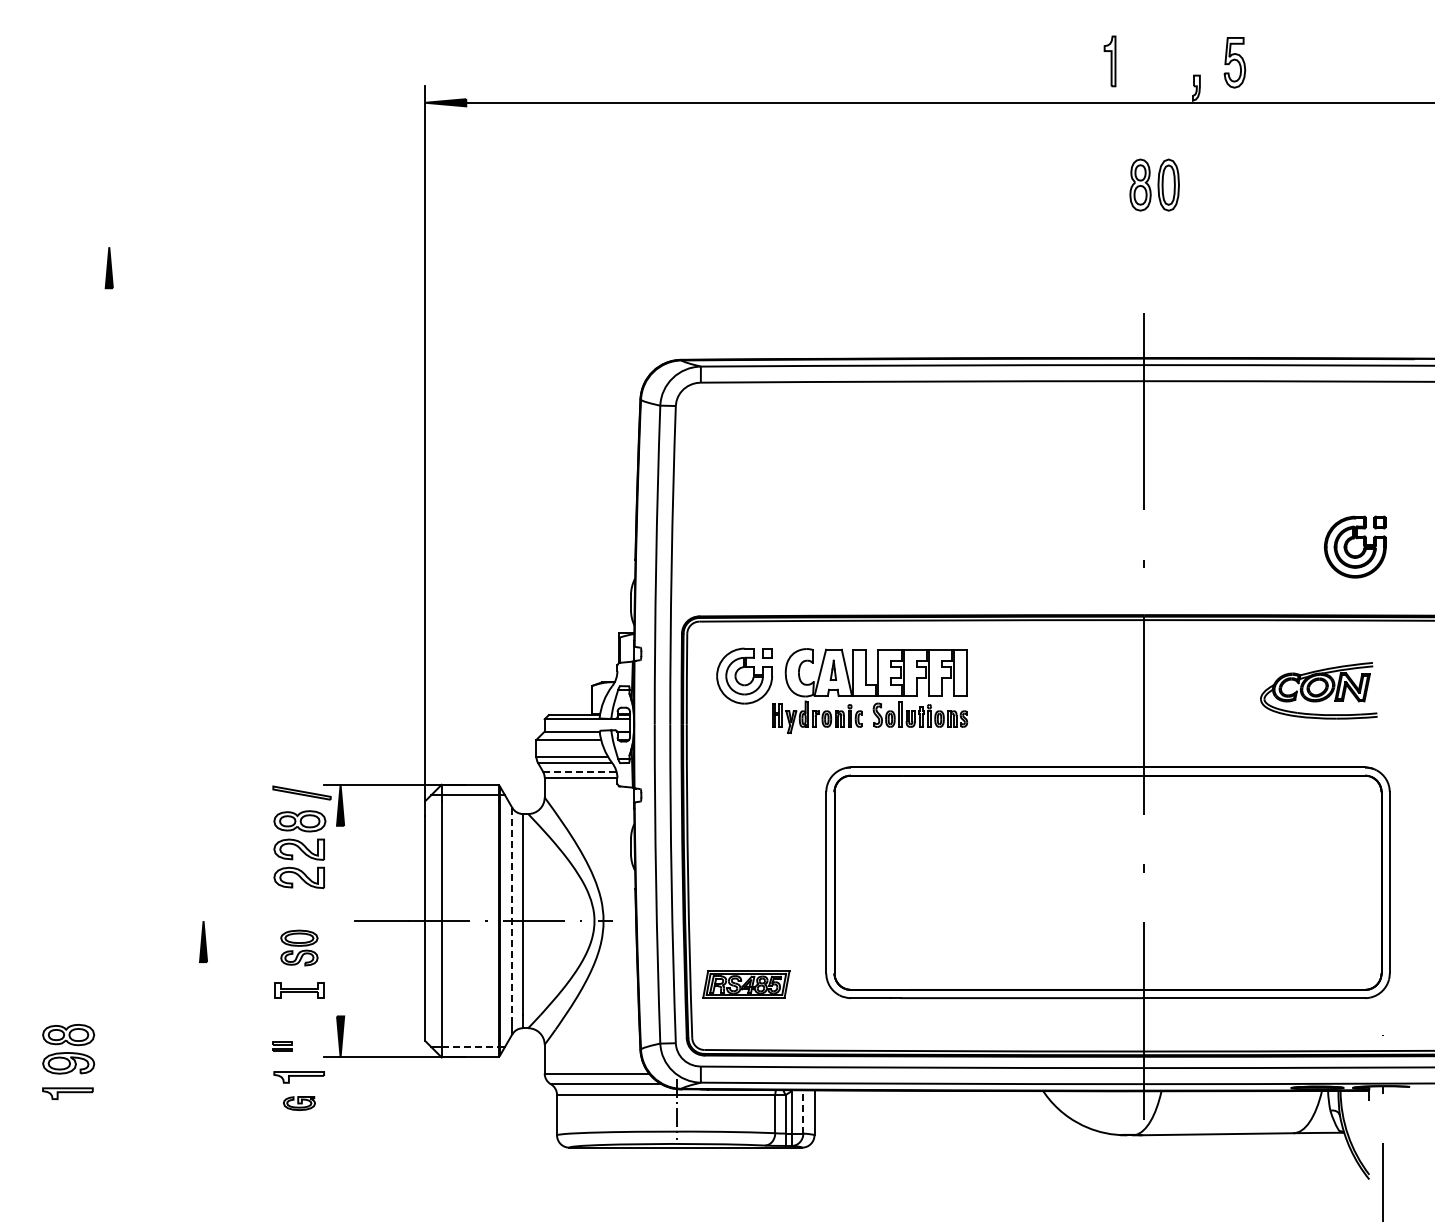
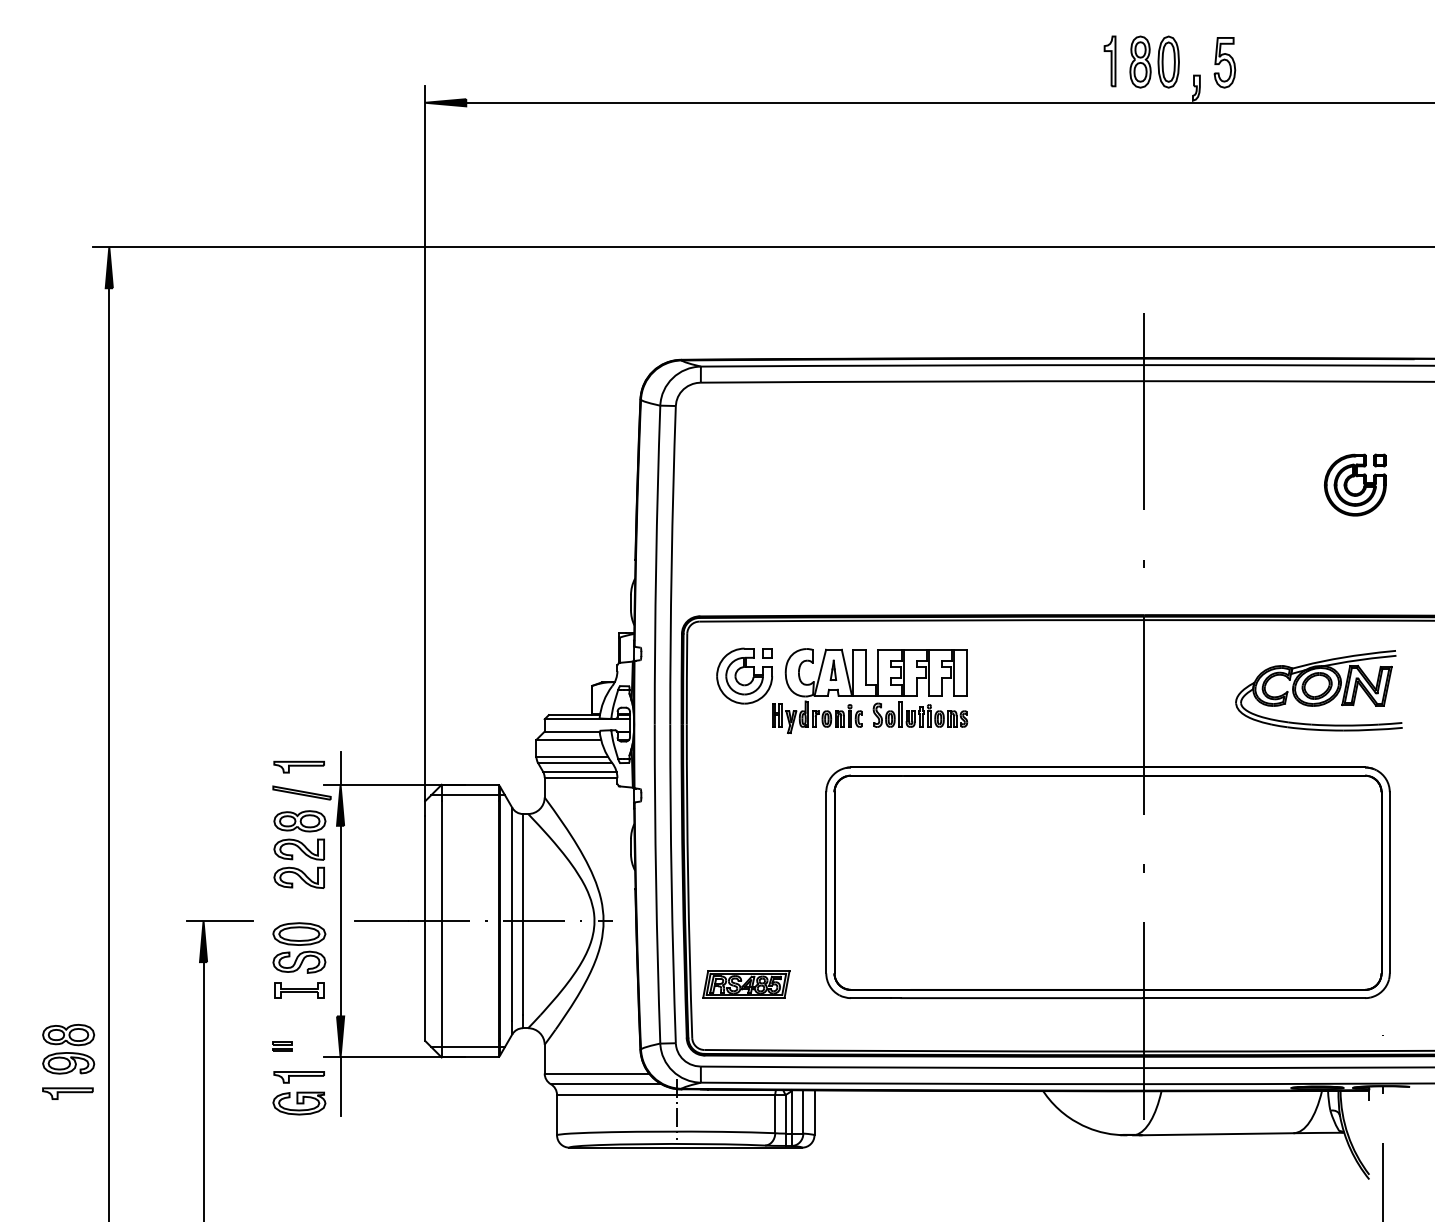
part at (1234, 62) position: (1234, 62) -> (1224, 62)
part at (1154, 184) position: (1154, 184) -> (1154, 61)
line at (761, 247): none -> present
part at (1354, 546) position: (1354, 546) -> (1354, 484)
part at (1318, 690) size: 118x58 px -> 168x82 px
line at (109, 753): none -> present
part at (298, 766): none -> present
line at (340, 768): none -> present
line at (579, 771): dashed -> solid
line at (512, 914): dashed -> solid
line at (340, 920): none -> present
line at (219, 921): none -> present
part at (299, 947) size: 39x38 px -> 55x52 px
line at (470, 1046): dashed -> solid
line at (340, 1086): none -> present
line at (203, 1090): none -> present
part at (299, 1103) size: 33x15 px -> 55x25 px
line at (803, 1111): dashed -> solid
